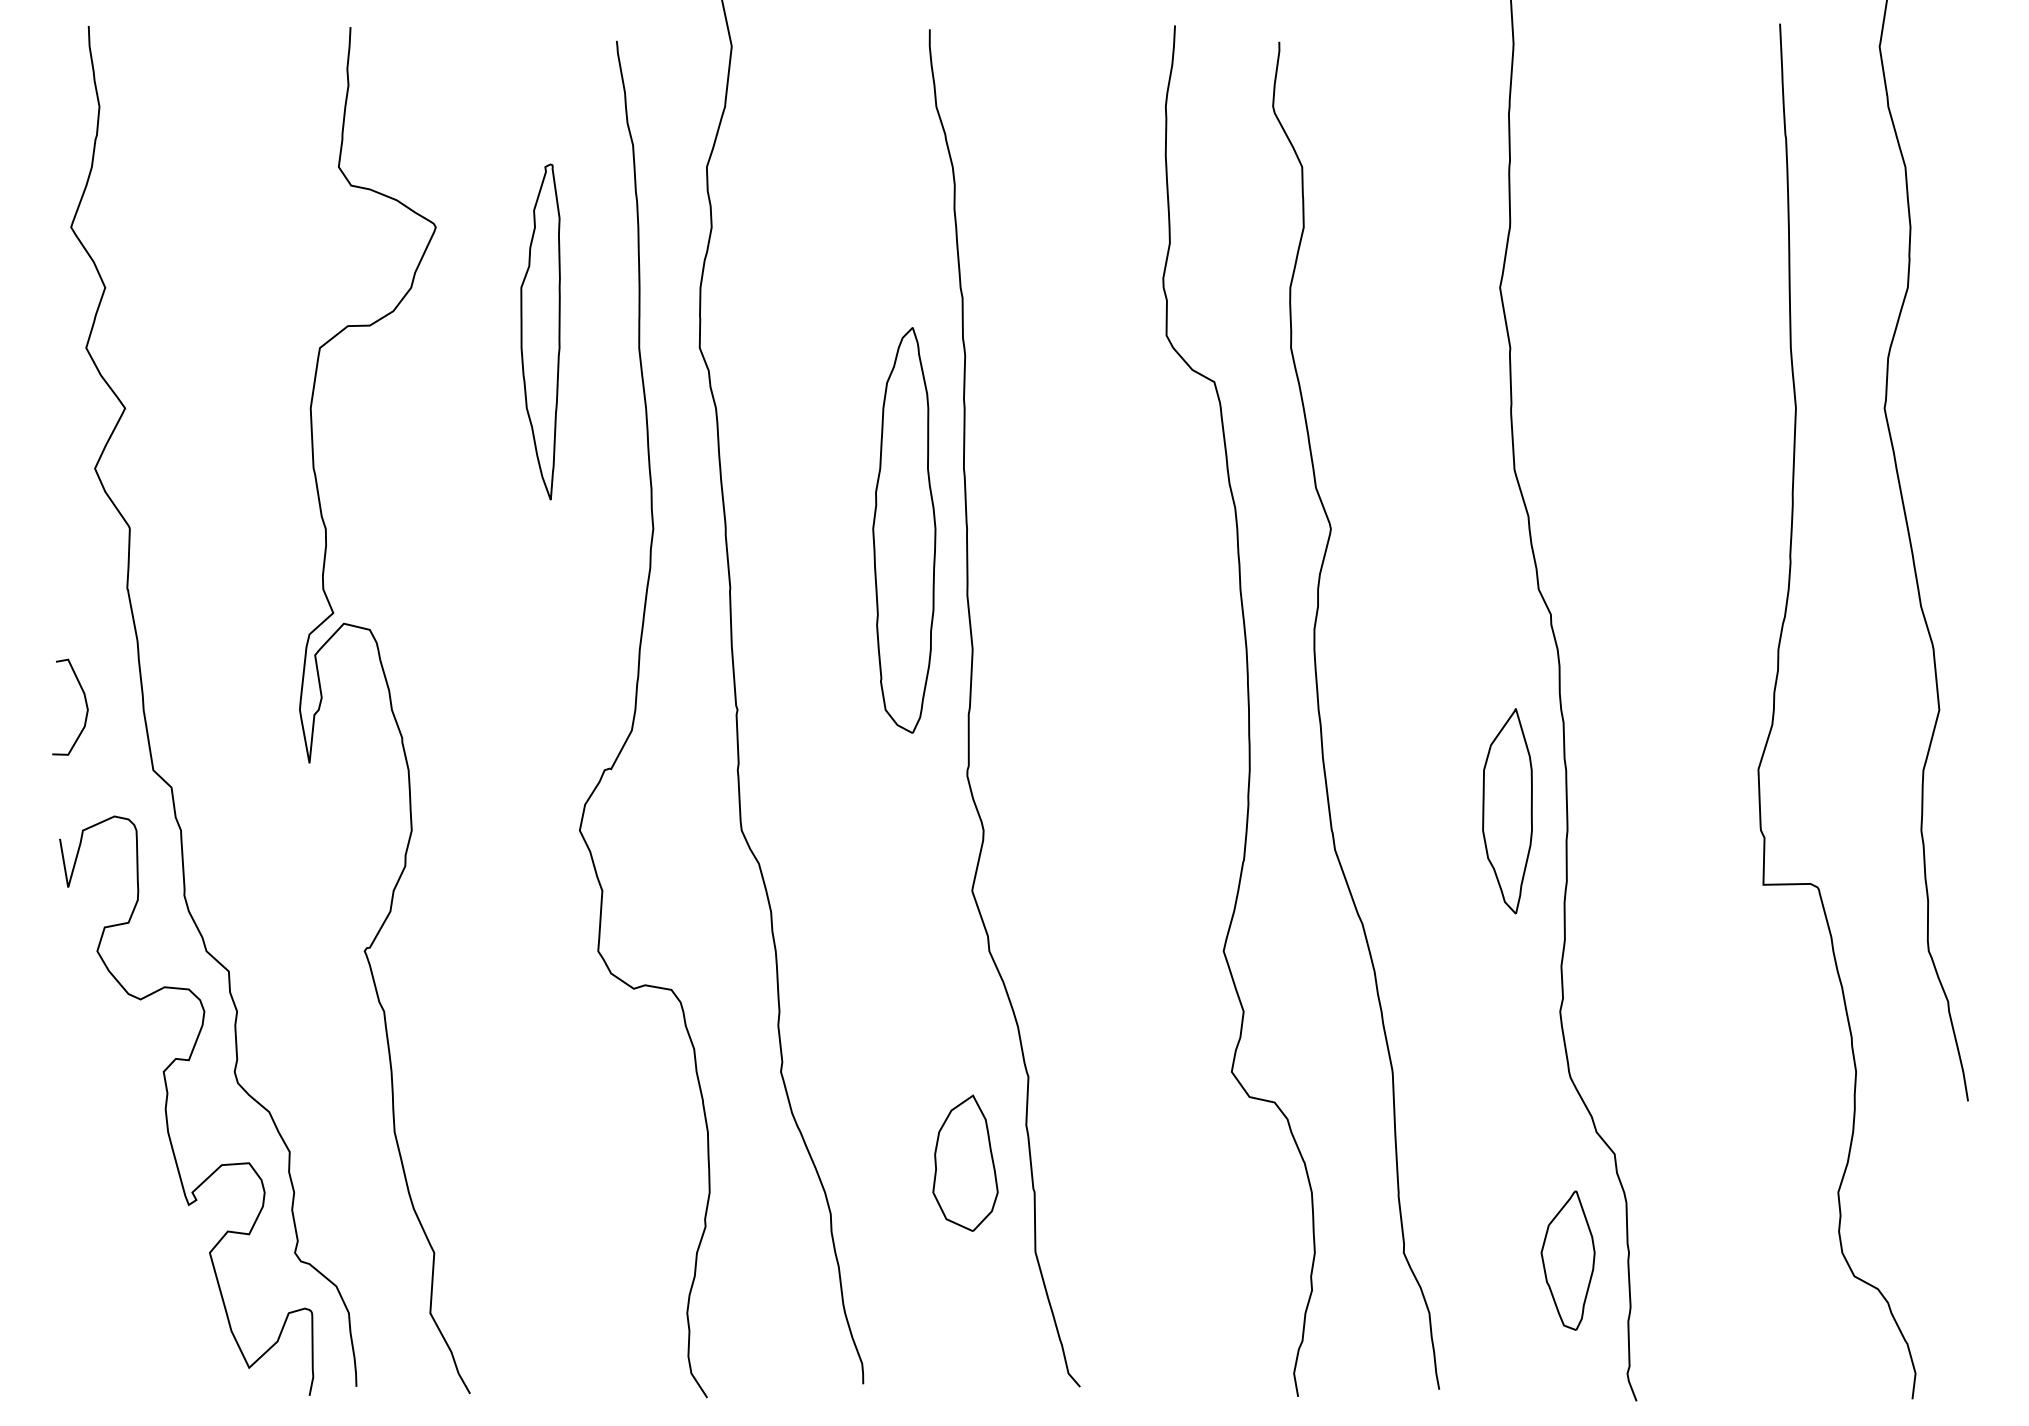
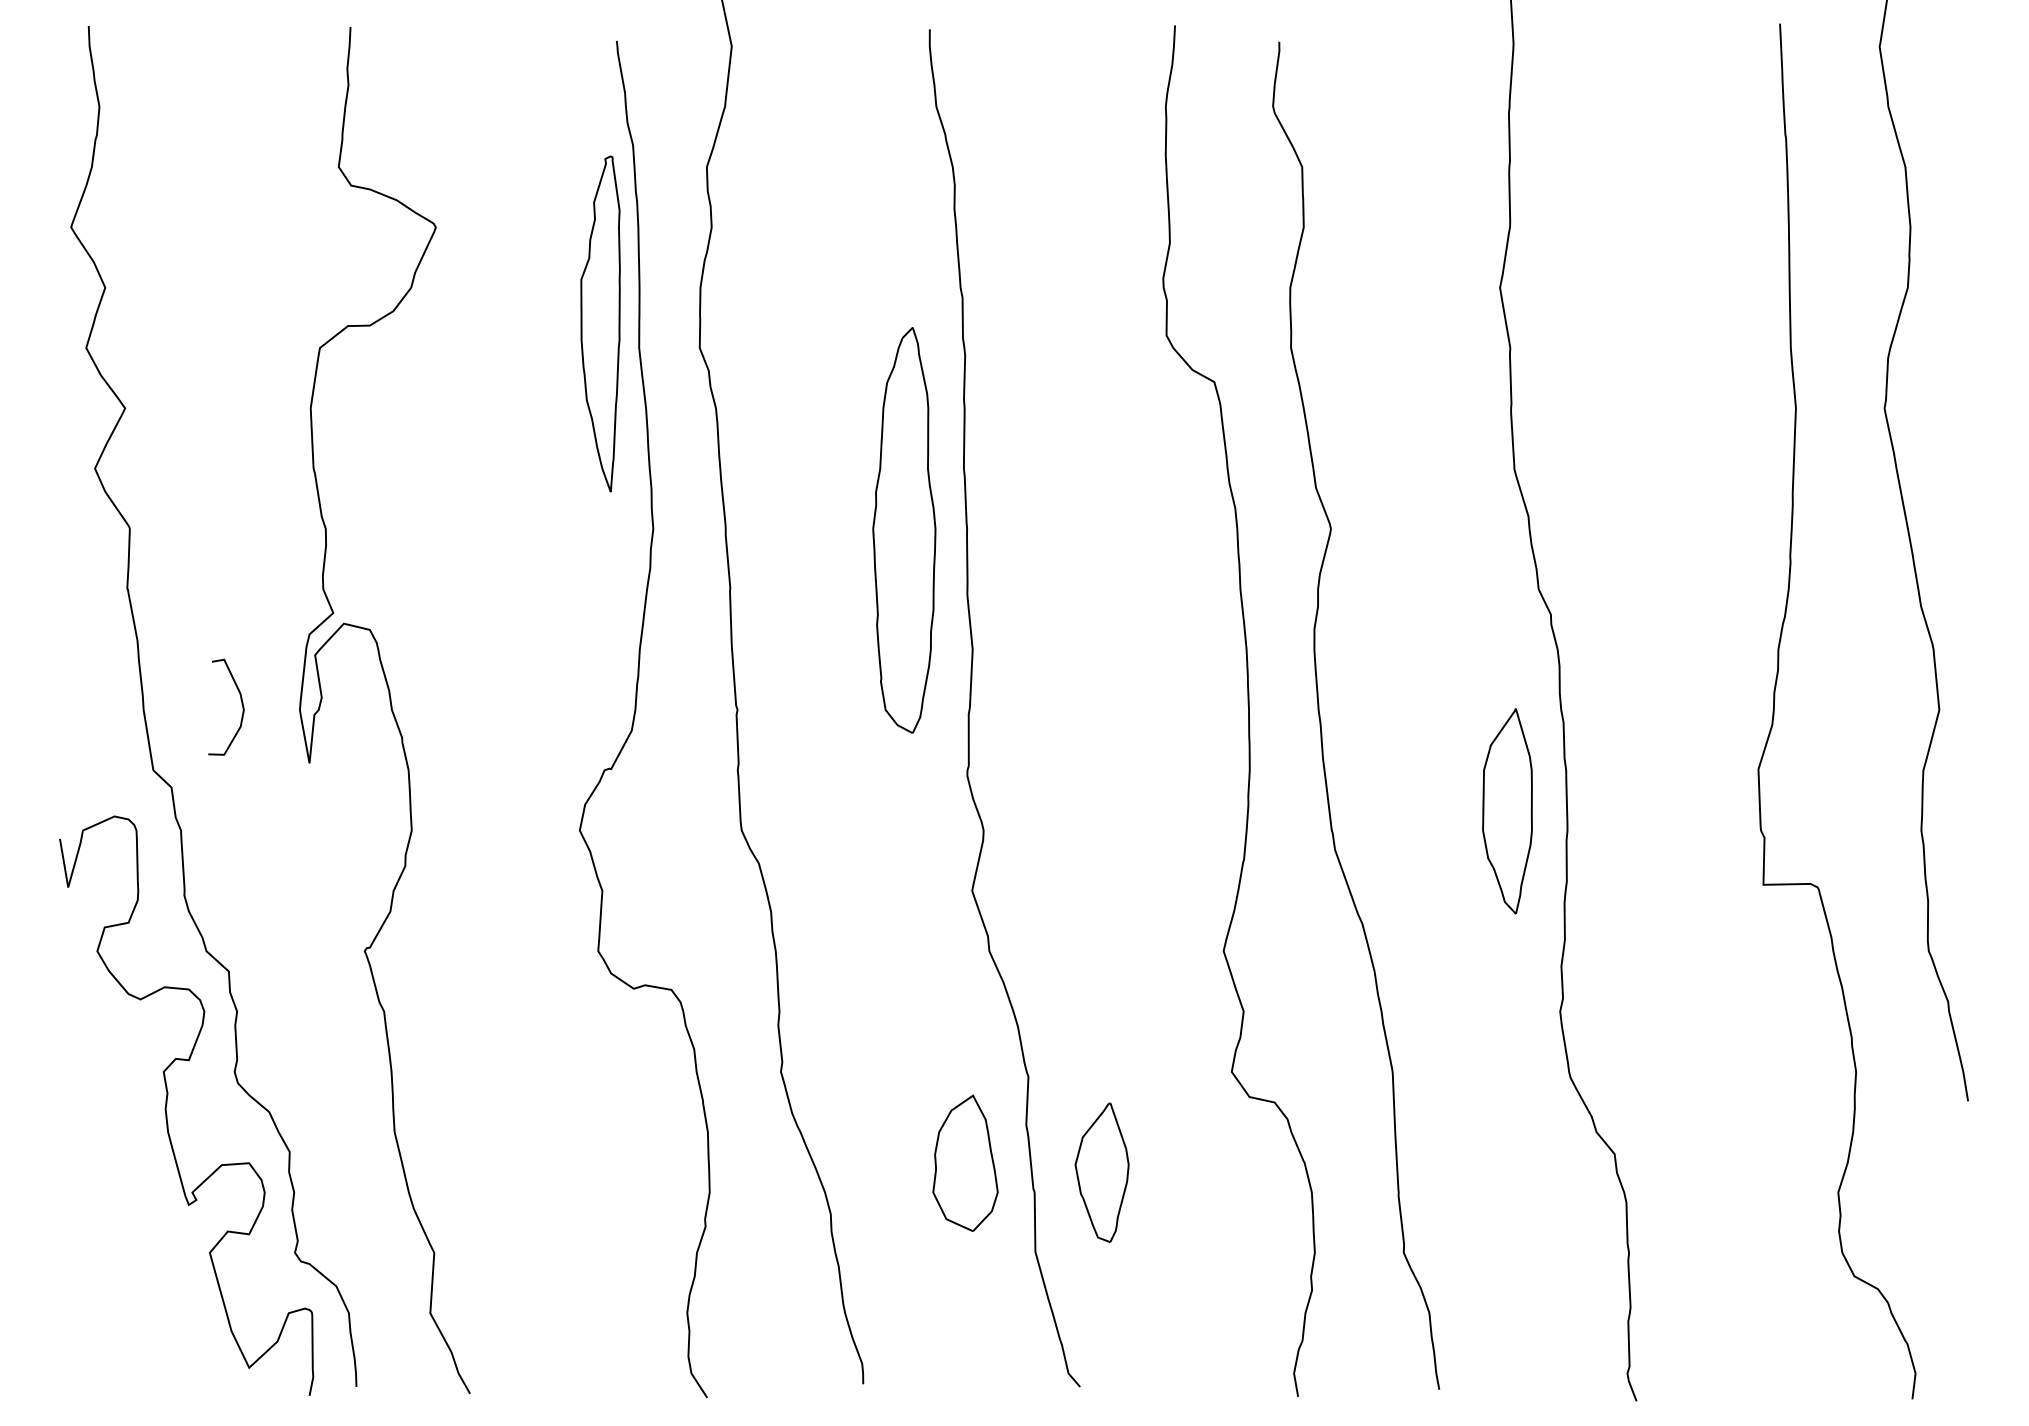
part at (540, 331) position: (540, 331) -> (600, 323)
curve at (85, 704) position: (85, 704) -> (241, 704)
part at (1567, 1260) position: (1567, 1260) -> (1101, 1172)
